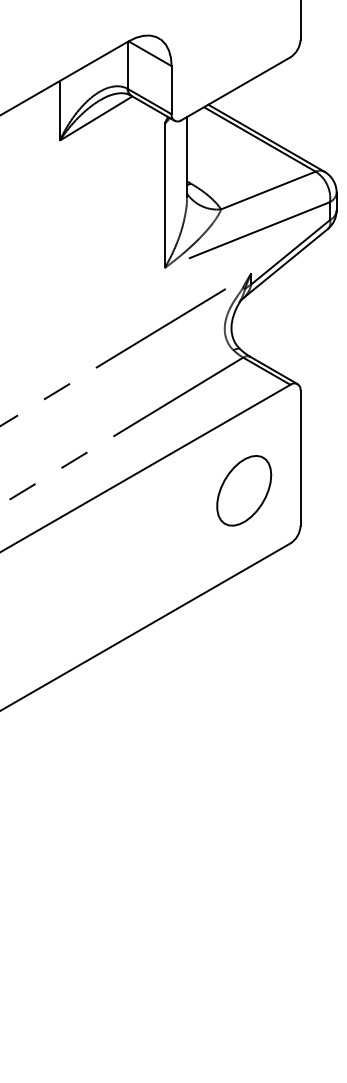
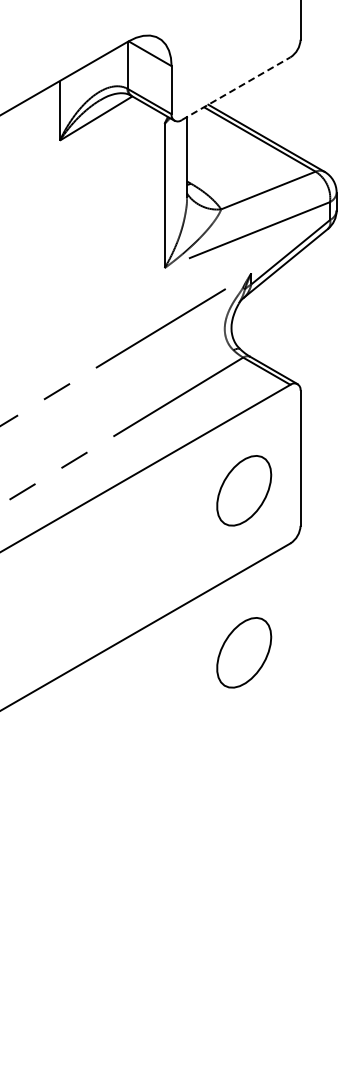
line at (236, 88): solid -> dashed
part at (244, 652): none -> present
